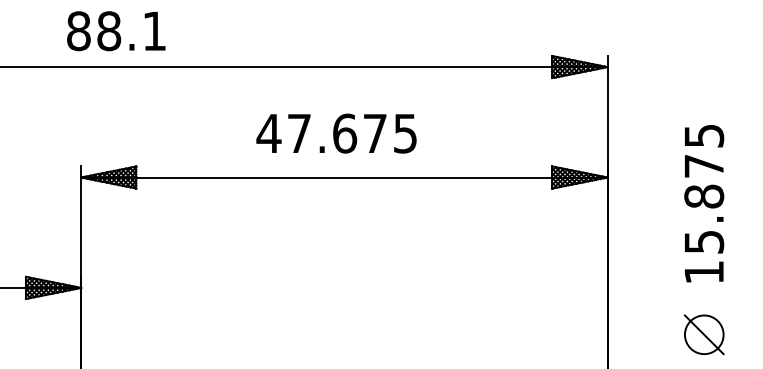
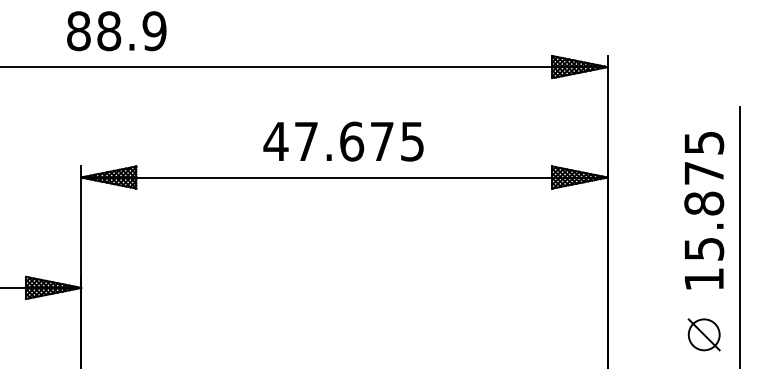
text at (154, 31): 88.1 -> 88.9
text at (336, 133) position: (336, 133) -> (343, 141)
text at (704, 203) position: (704, 203) -> (704, 210)
line at (740, 236): none -> present
part at (703, 334) size: 42x42 px -> 34x34 px
